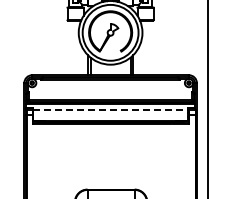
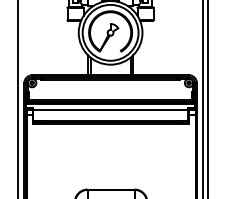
line at (17, 98): none -> present
line at (203, 98): none -> present
line at (111, 109): dashed -> solid
